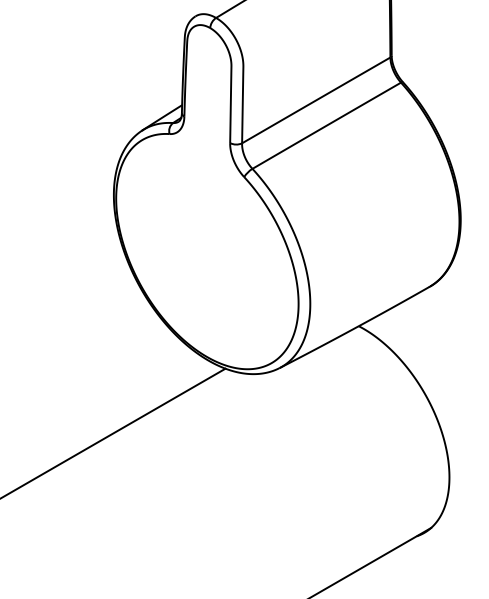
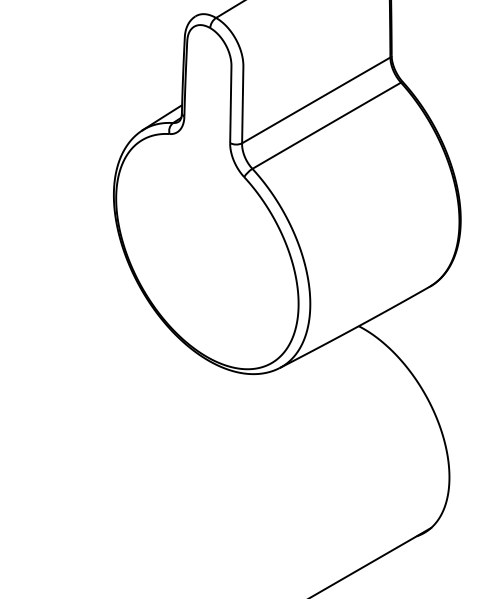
line at (113, 432): present -> none
